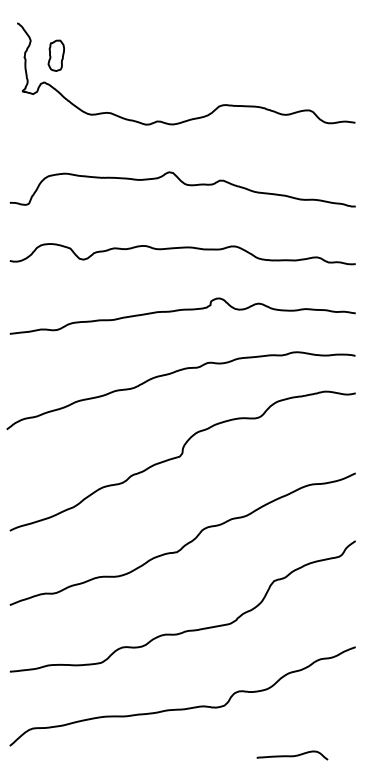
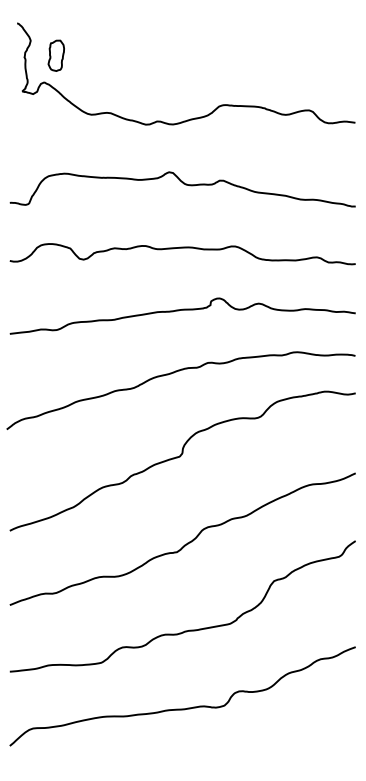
curve at (292, 755): present -> none
